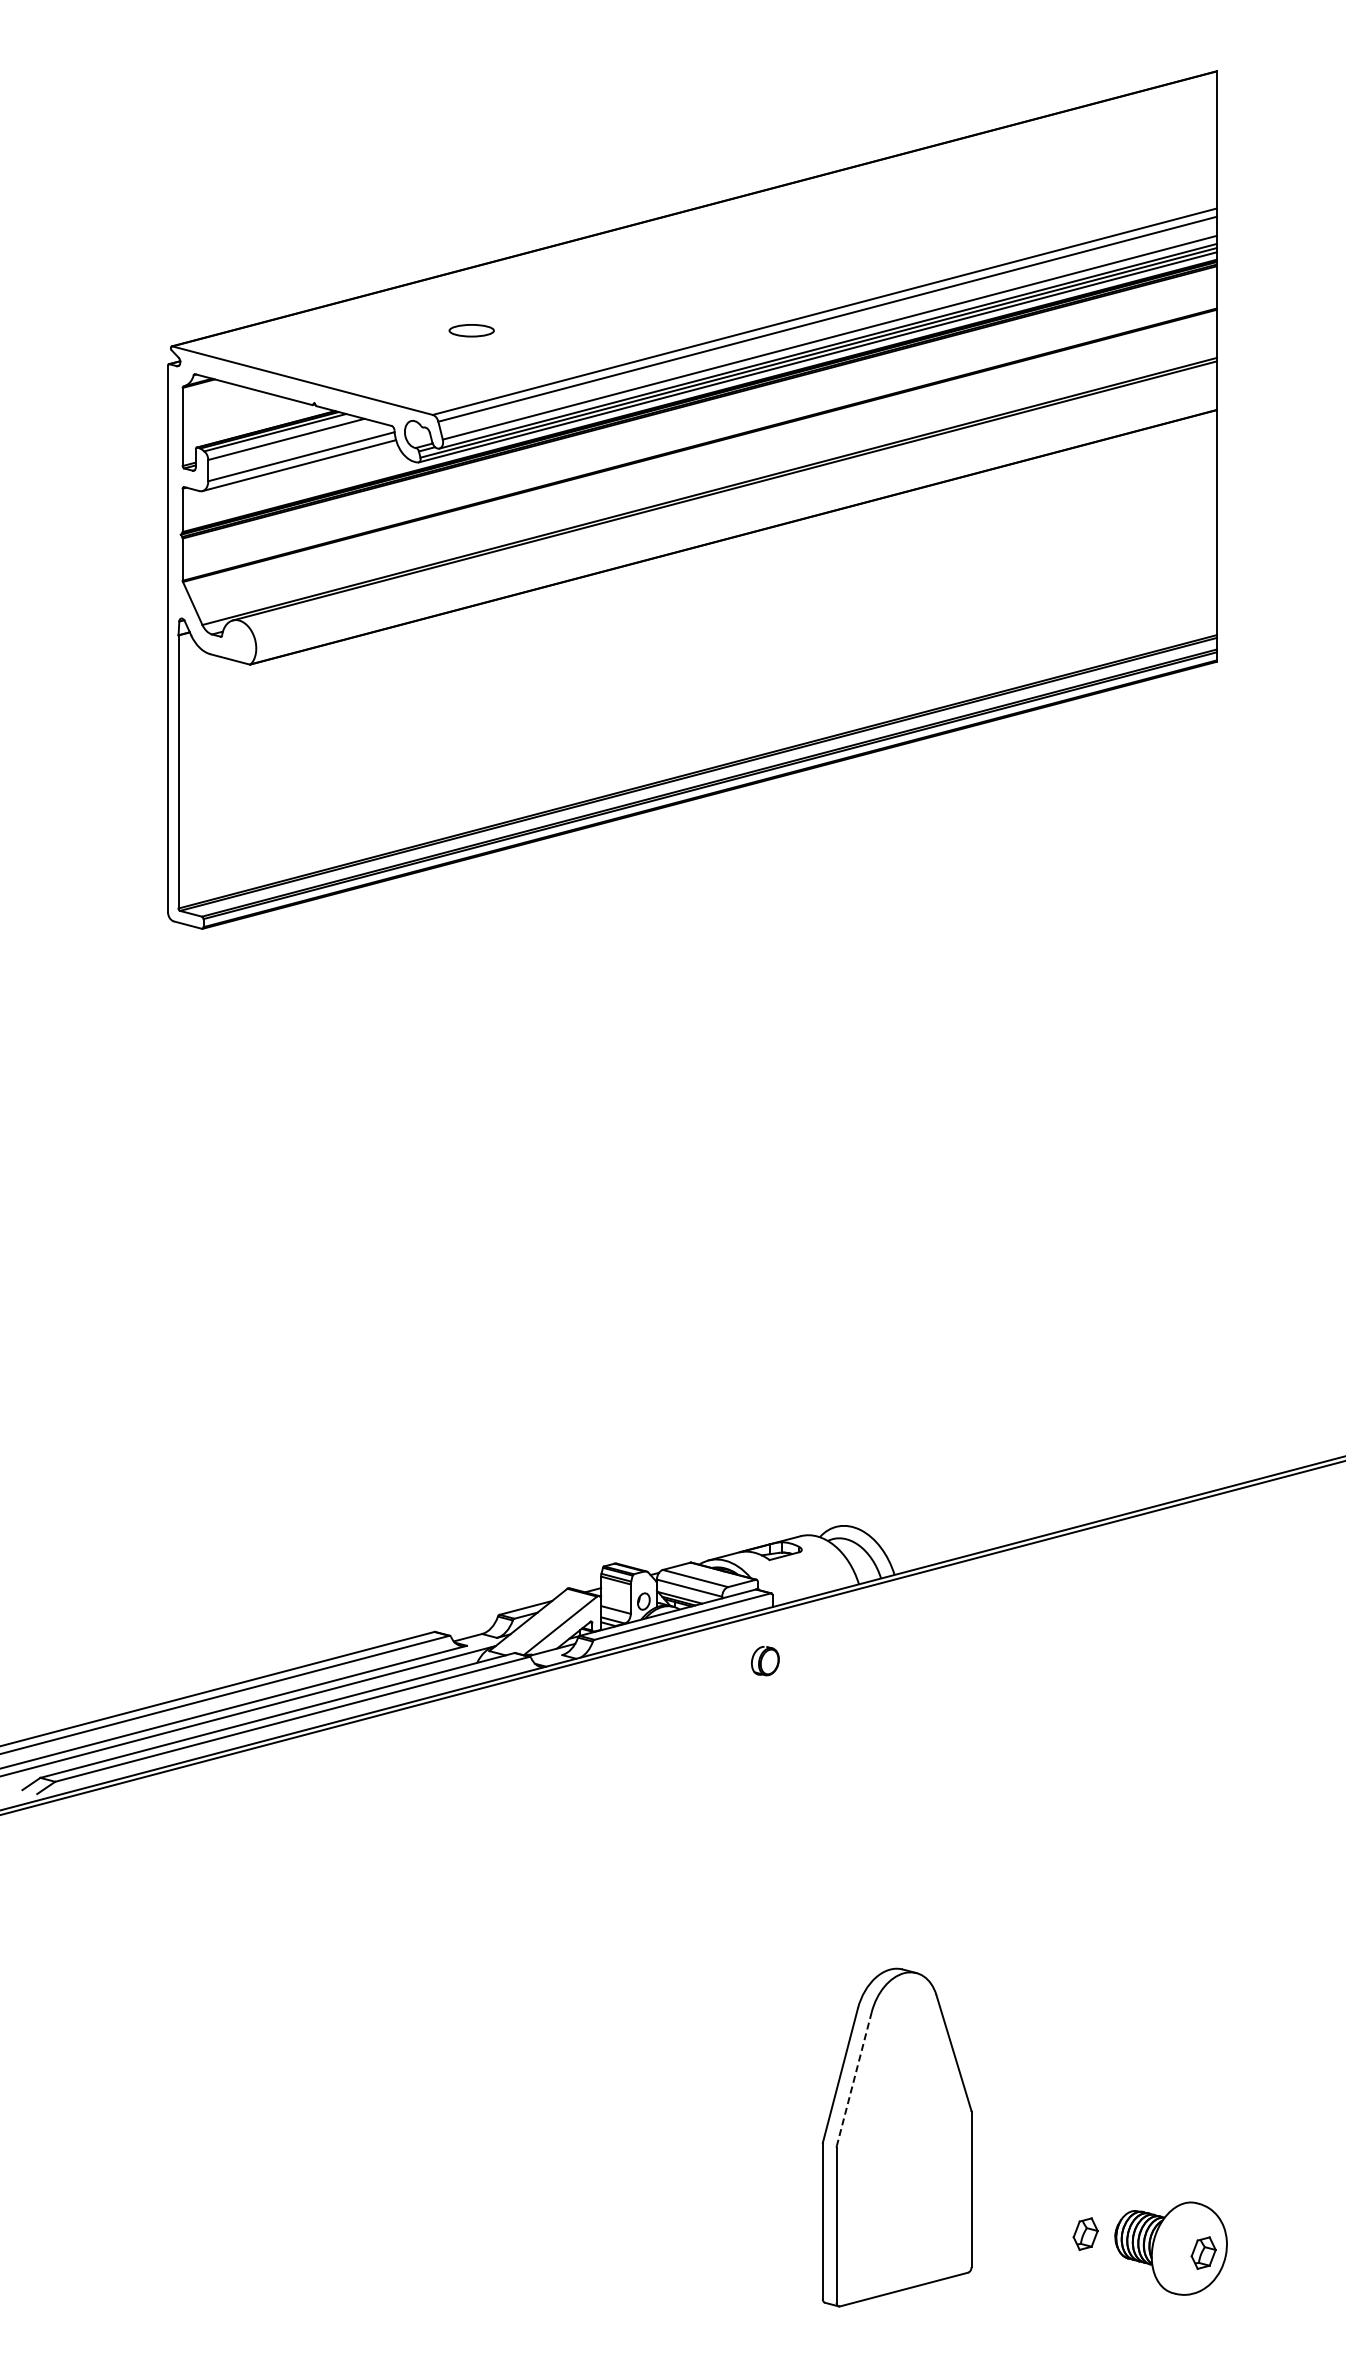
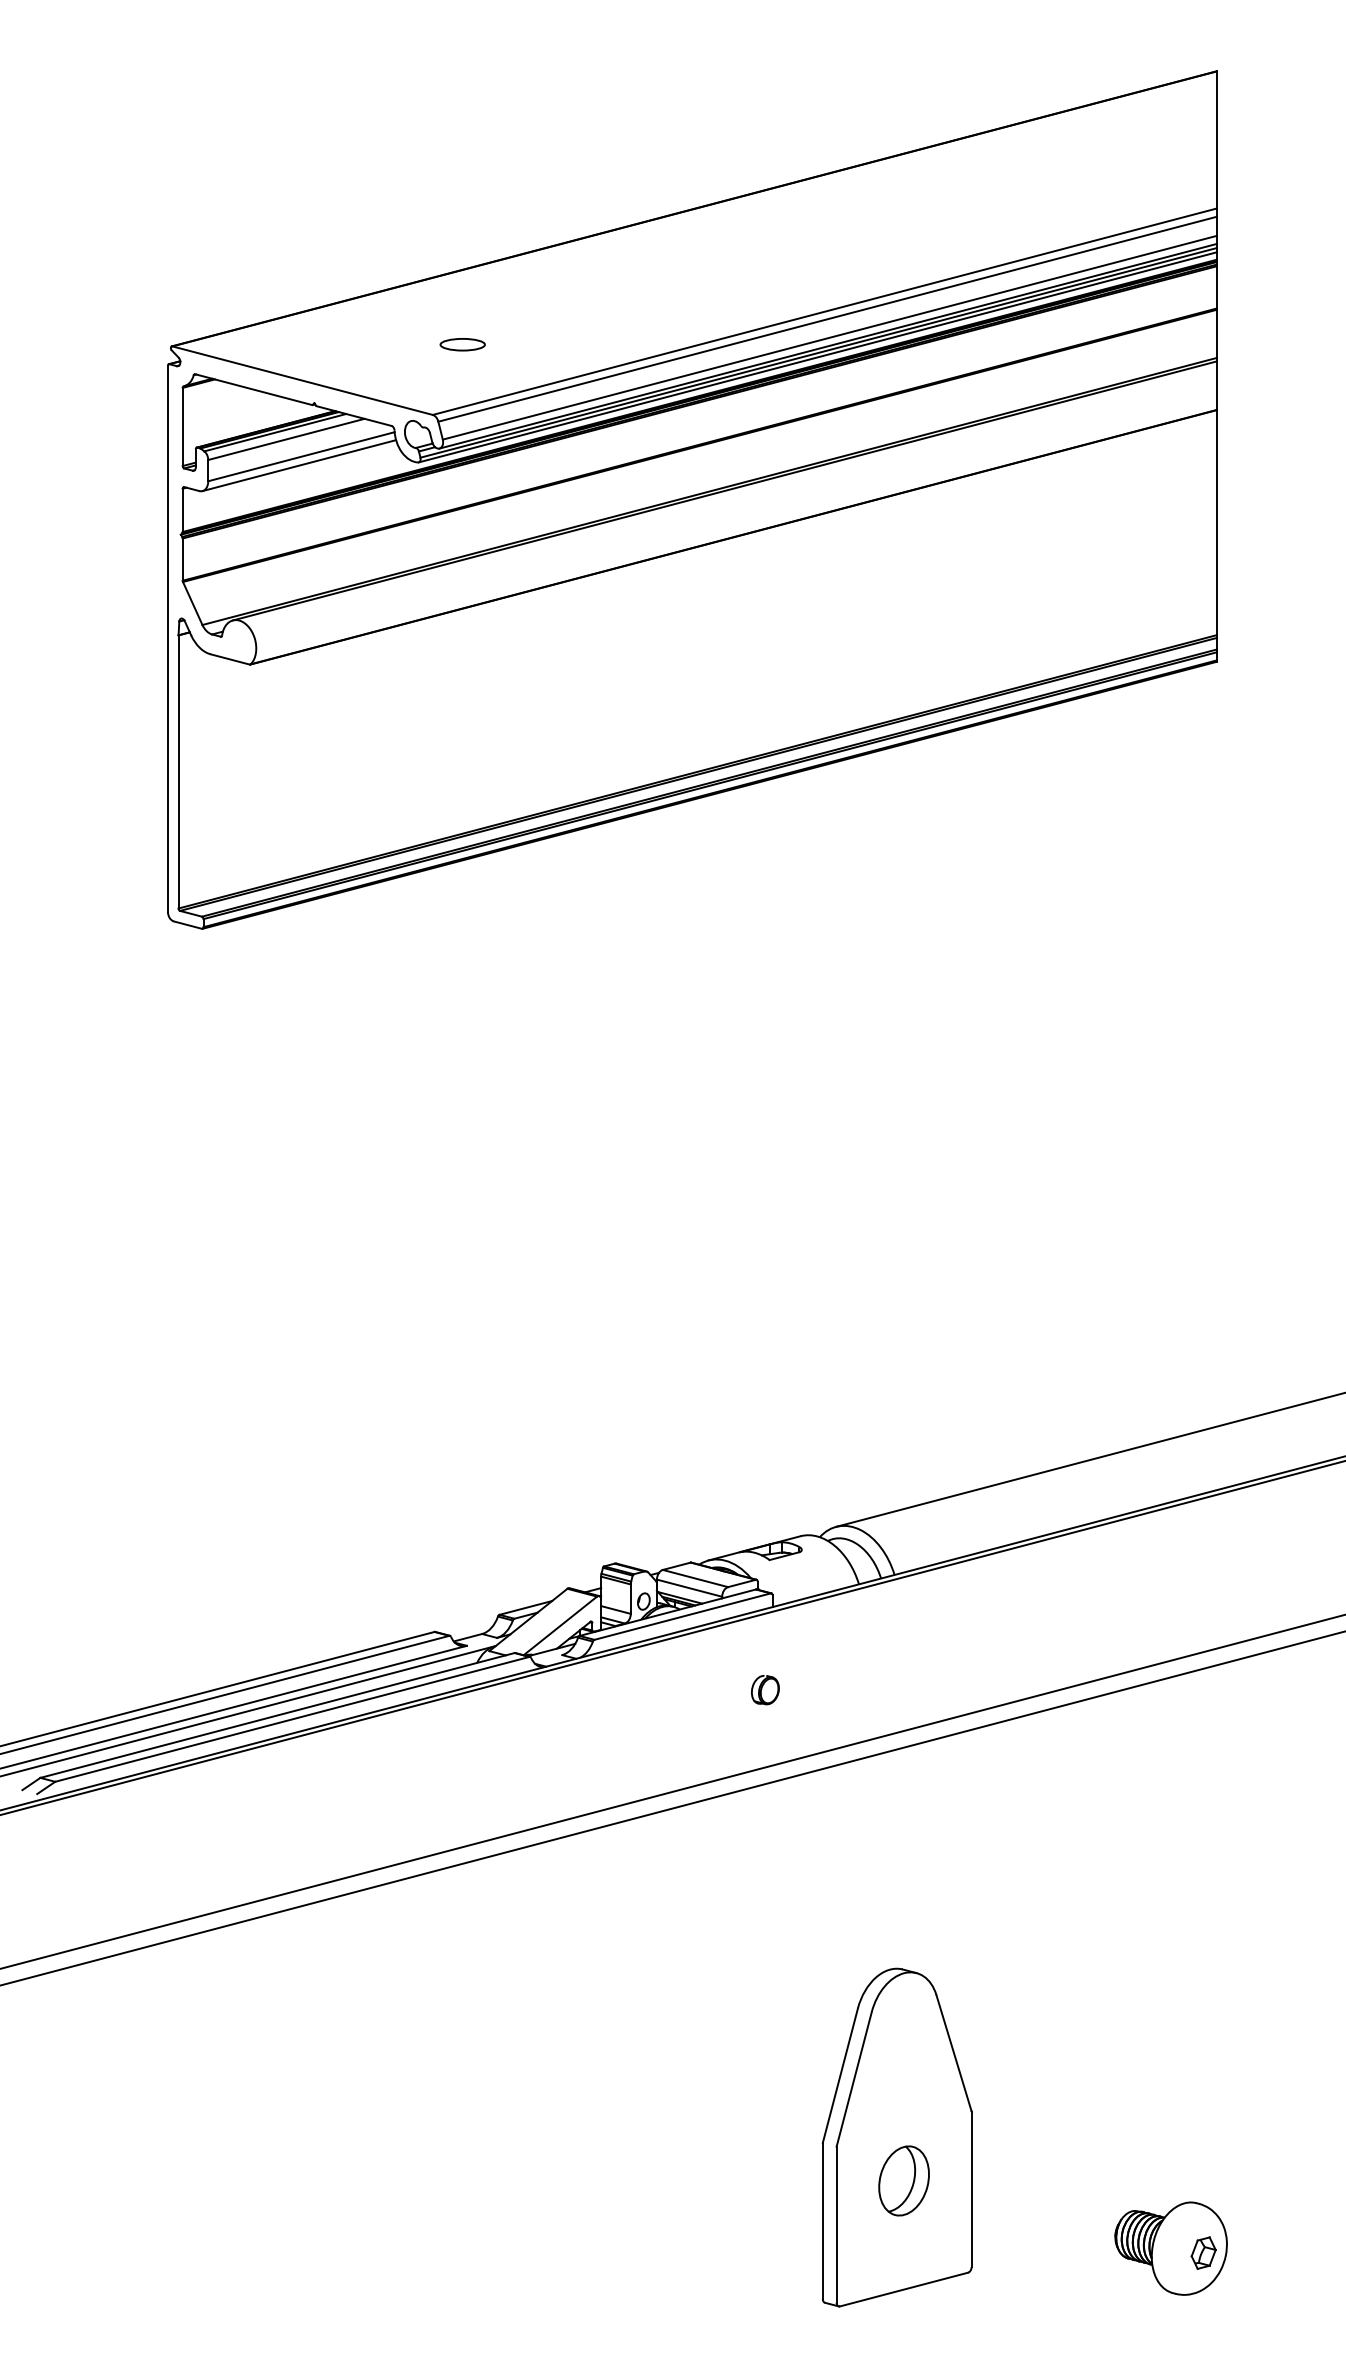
part at (471, 330) position: (471, 330) -> (462, 344)
line at (1089, 1459): none -> present
part at (765, 1661) position: (765, 1661) -> (765, 1690)
line at (672, 1791): none -> present
line at (672, 1808): none -> present
line at (854, 2079): dashed -> solid
part at (903, 2180): none -> present
part at (1085, 2233): present -> none
